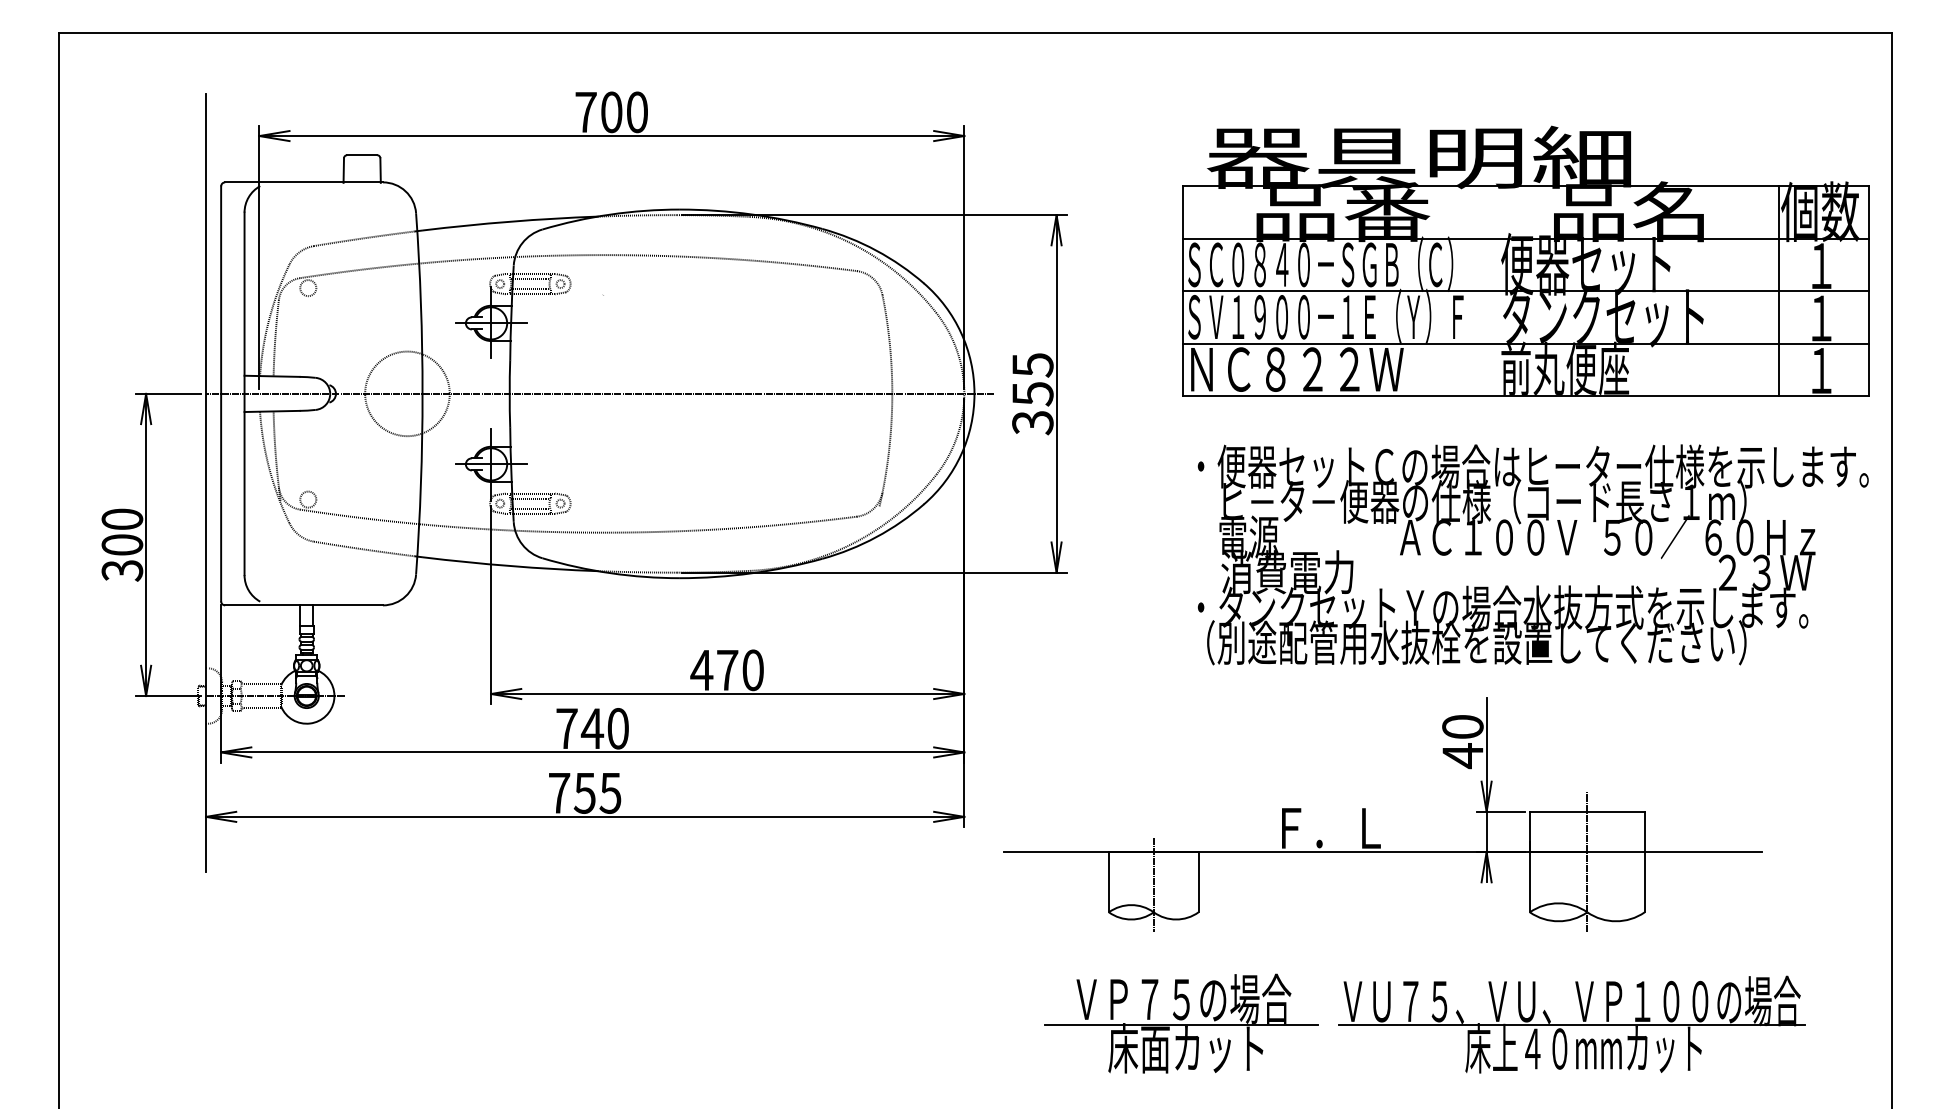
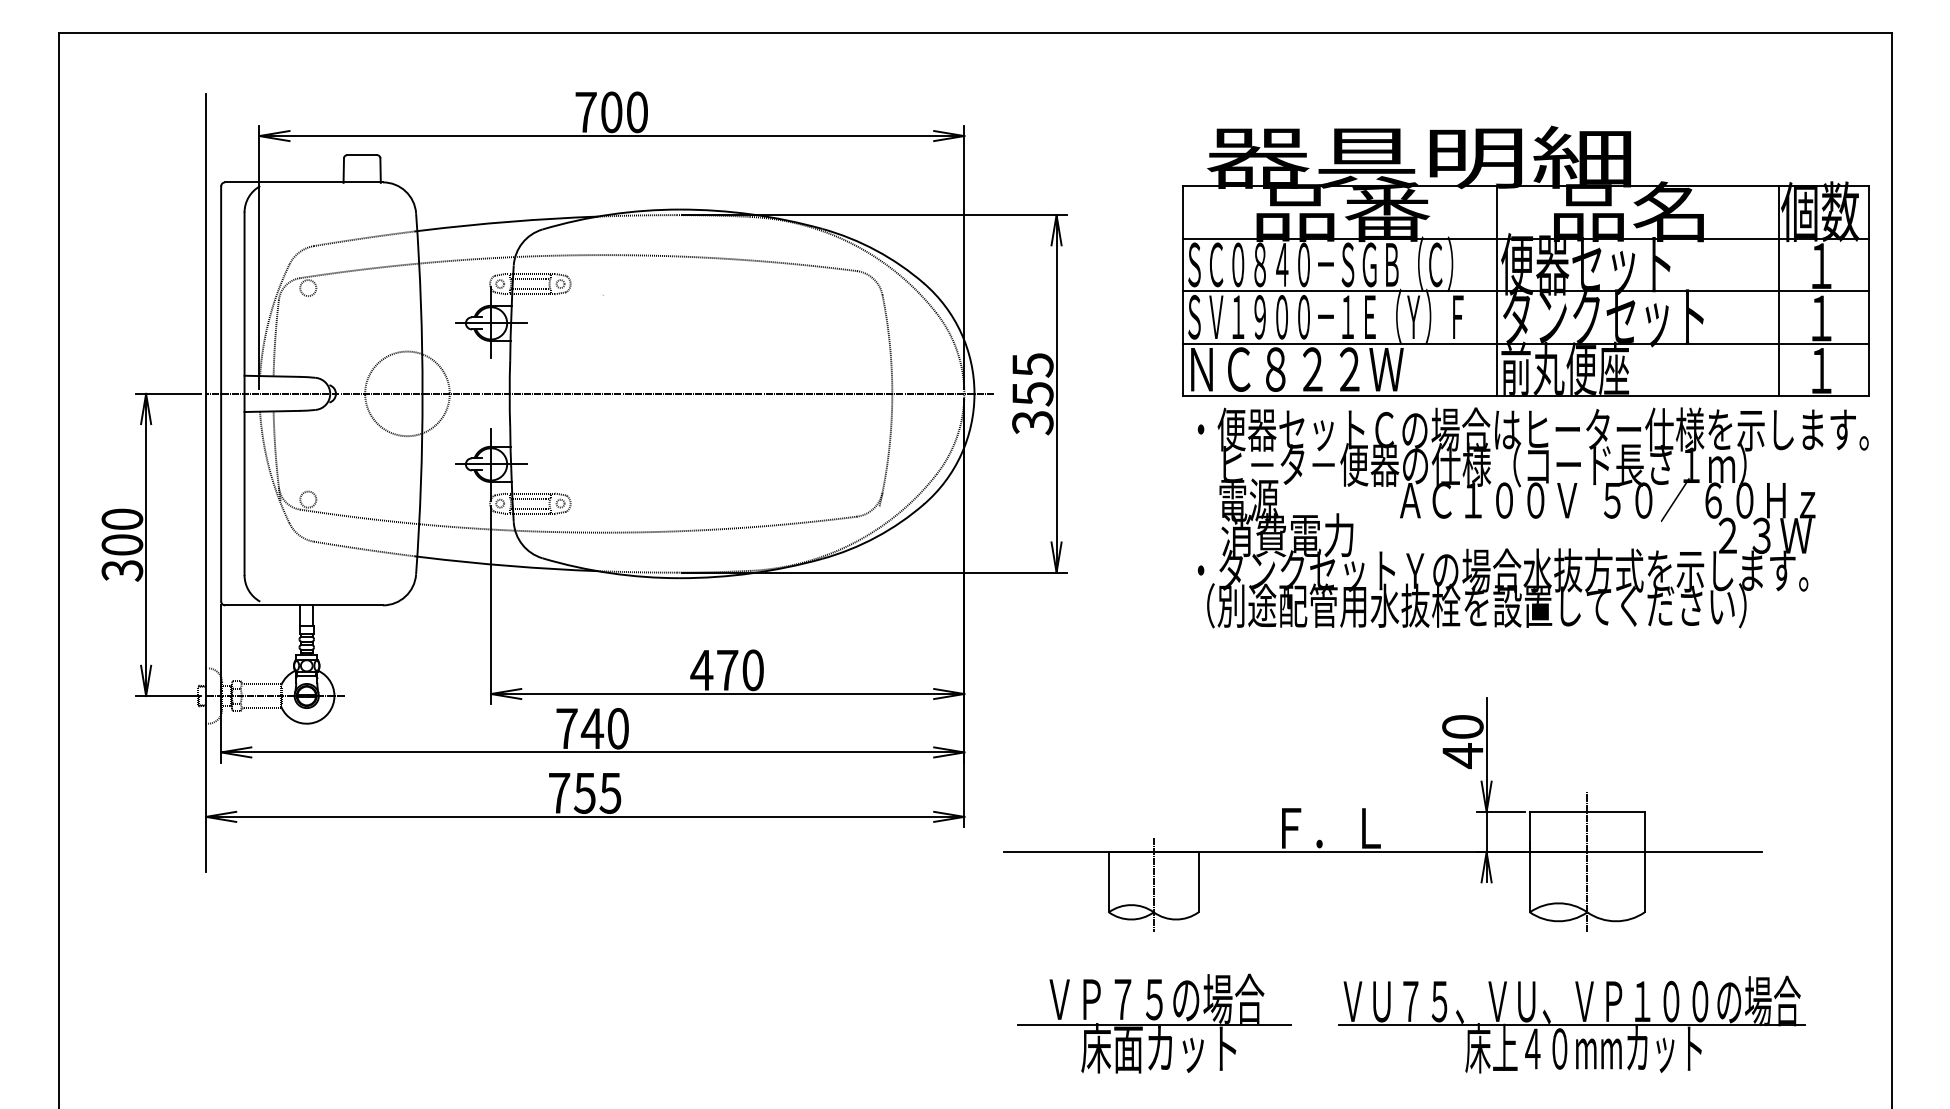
line at (1496, 290): none -> present
text at (1532, 554) position: (1532, 554) -> (1532, 517)
part at (1181, 1023) position: (1181, 1023) -> (1154, 1023)
